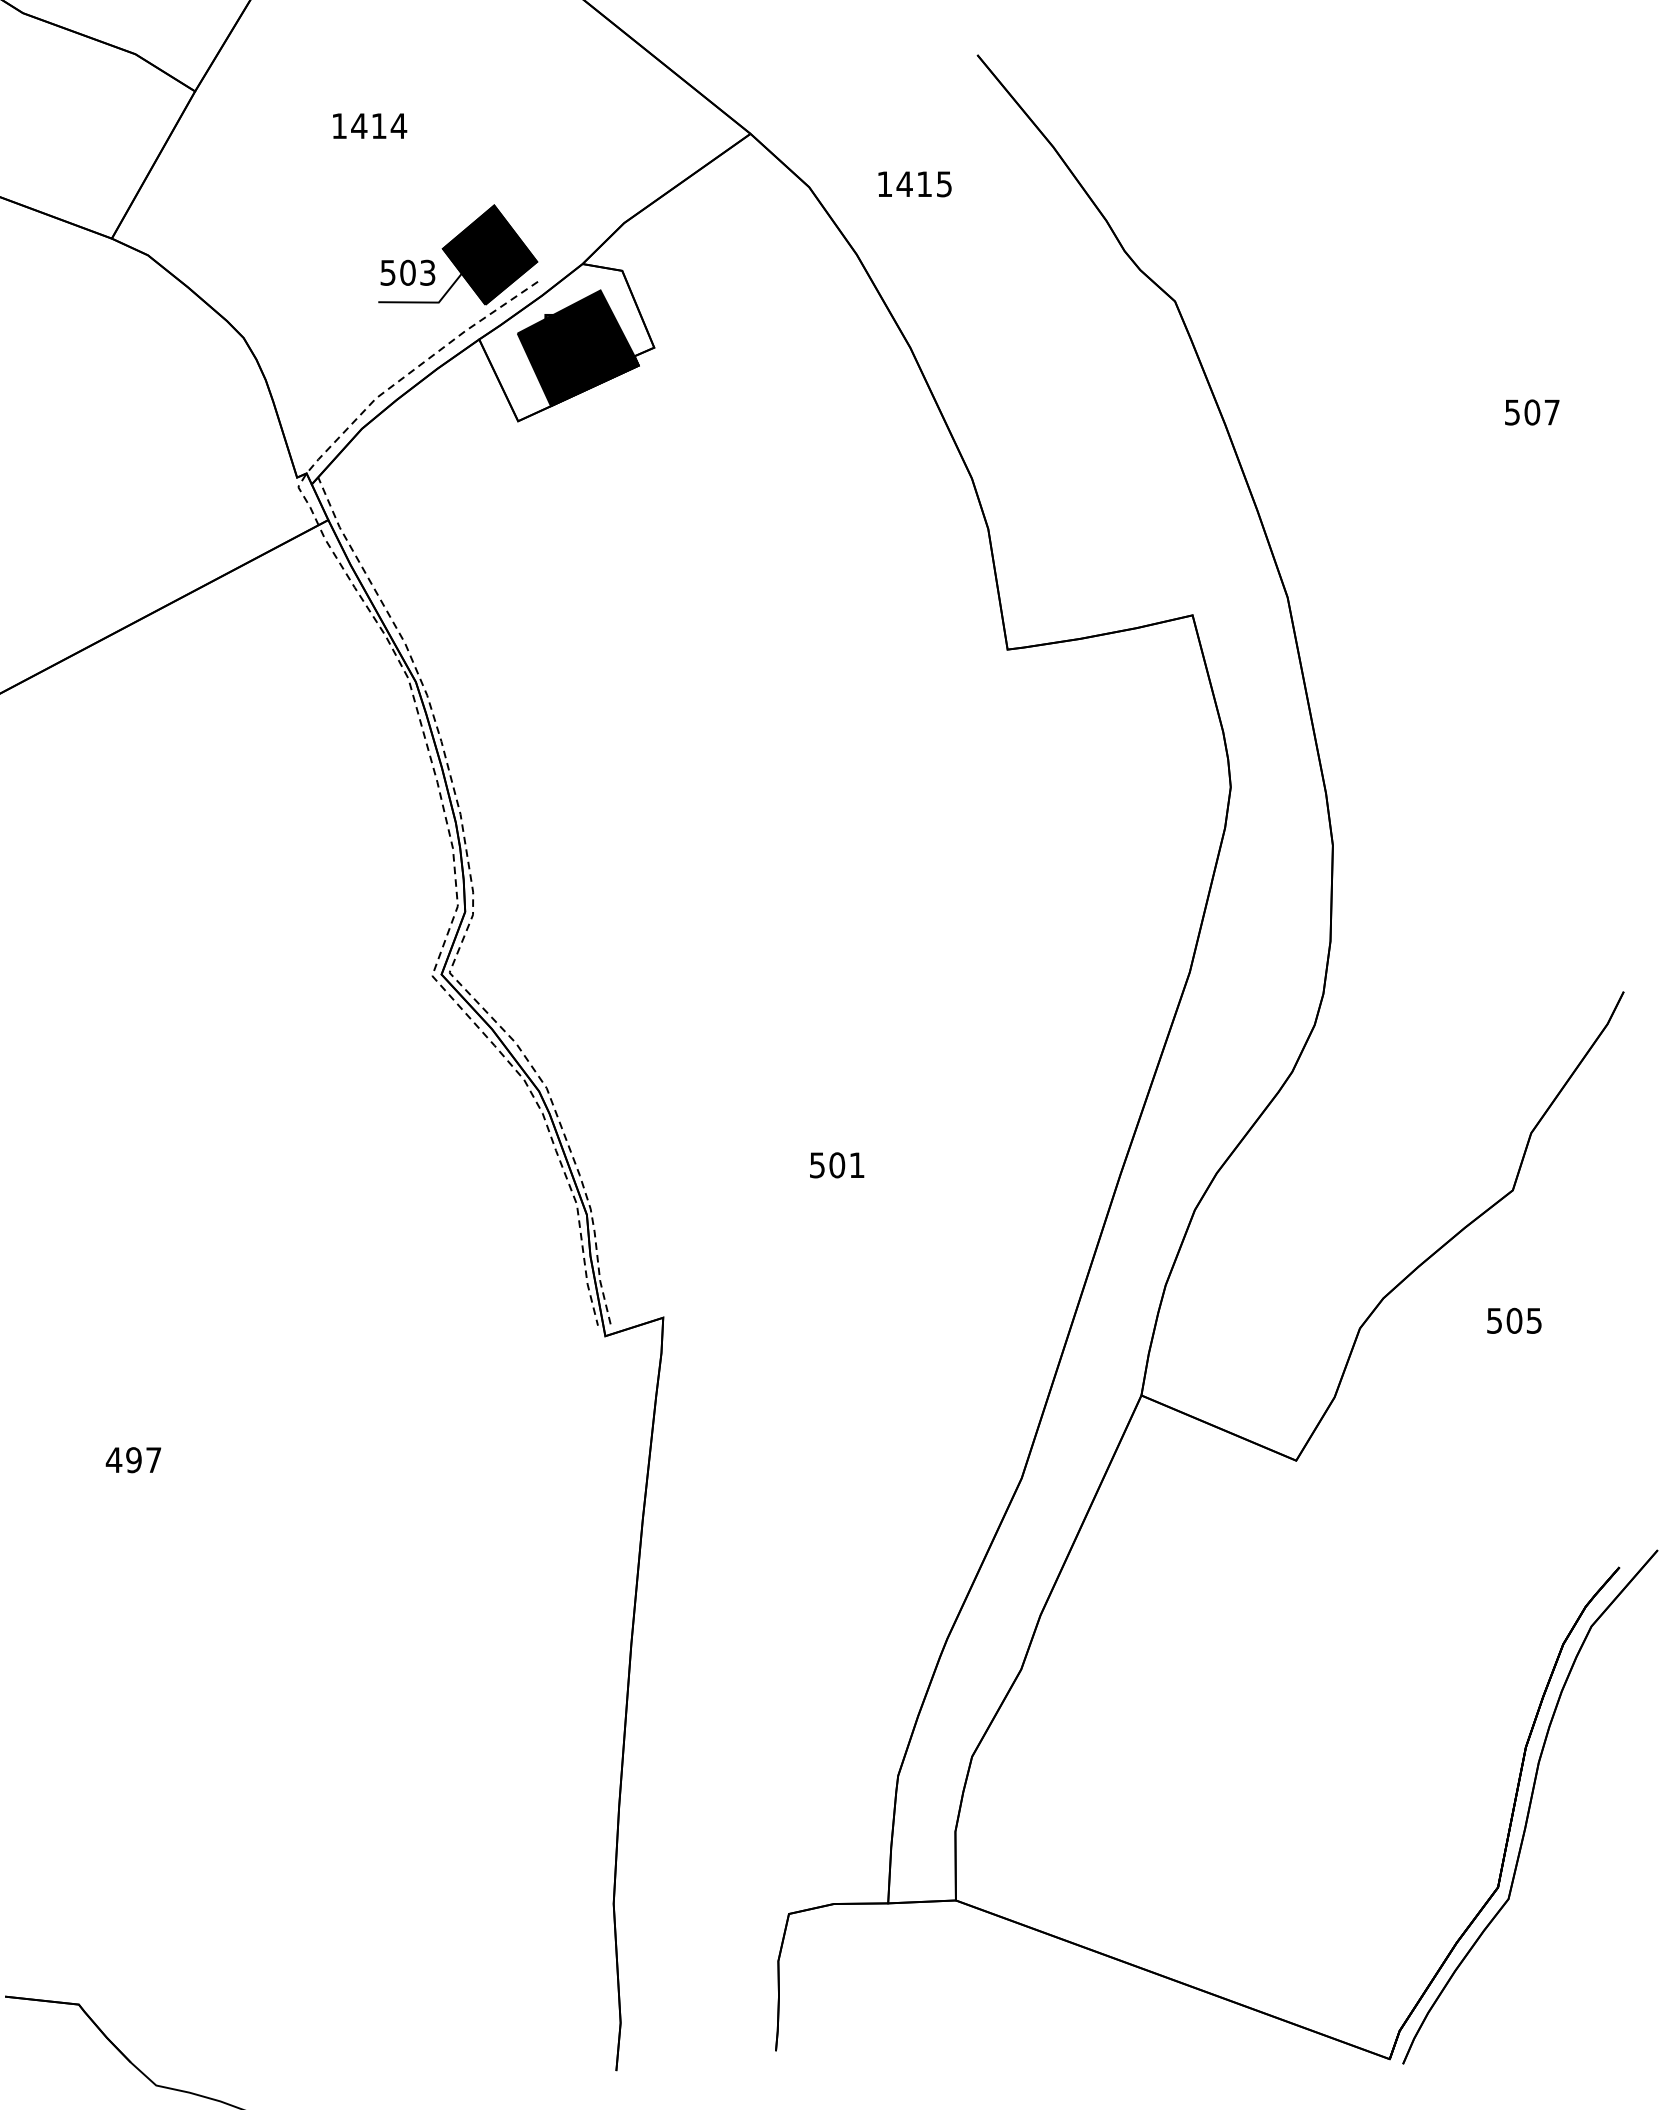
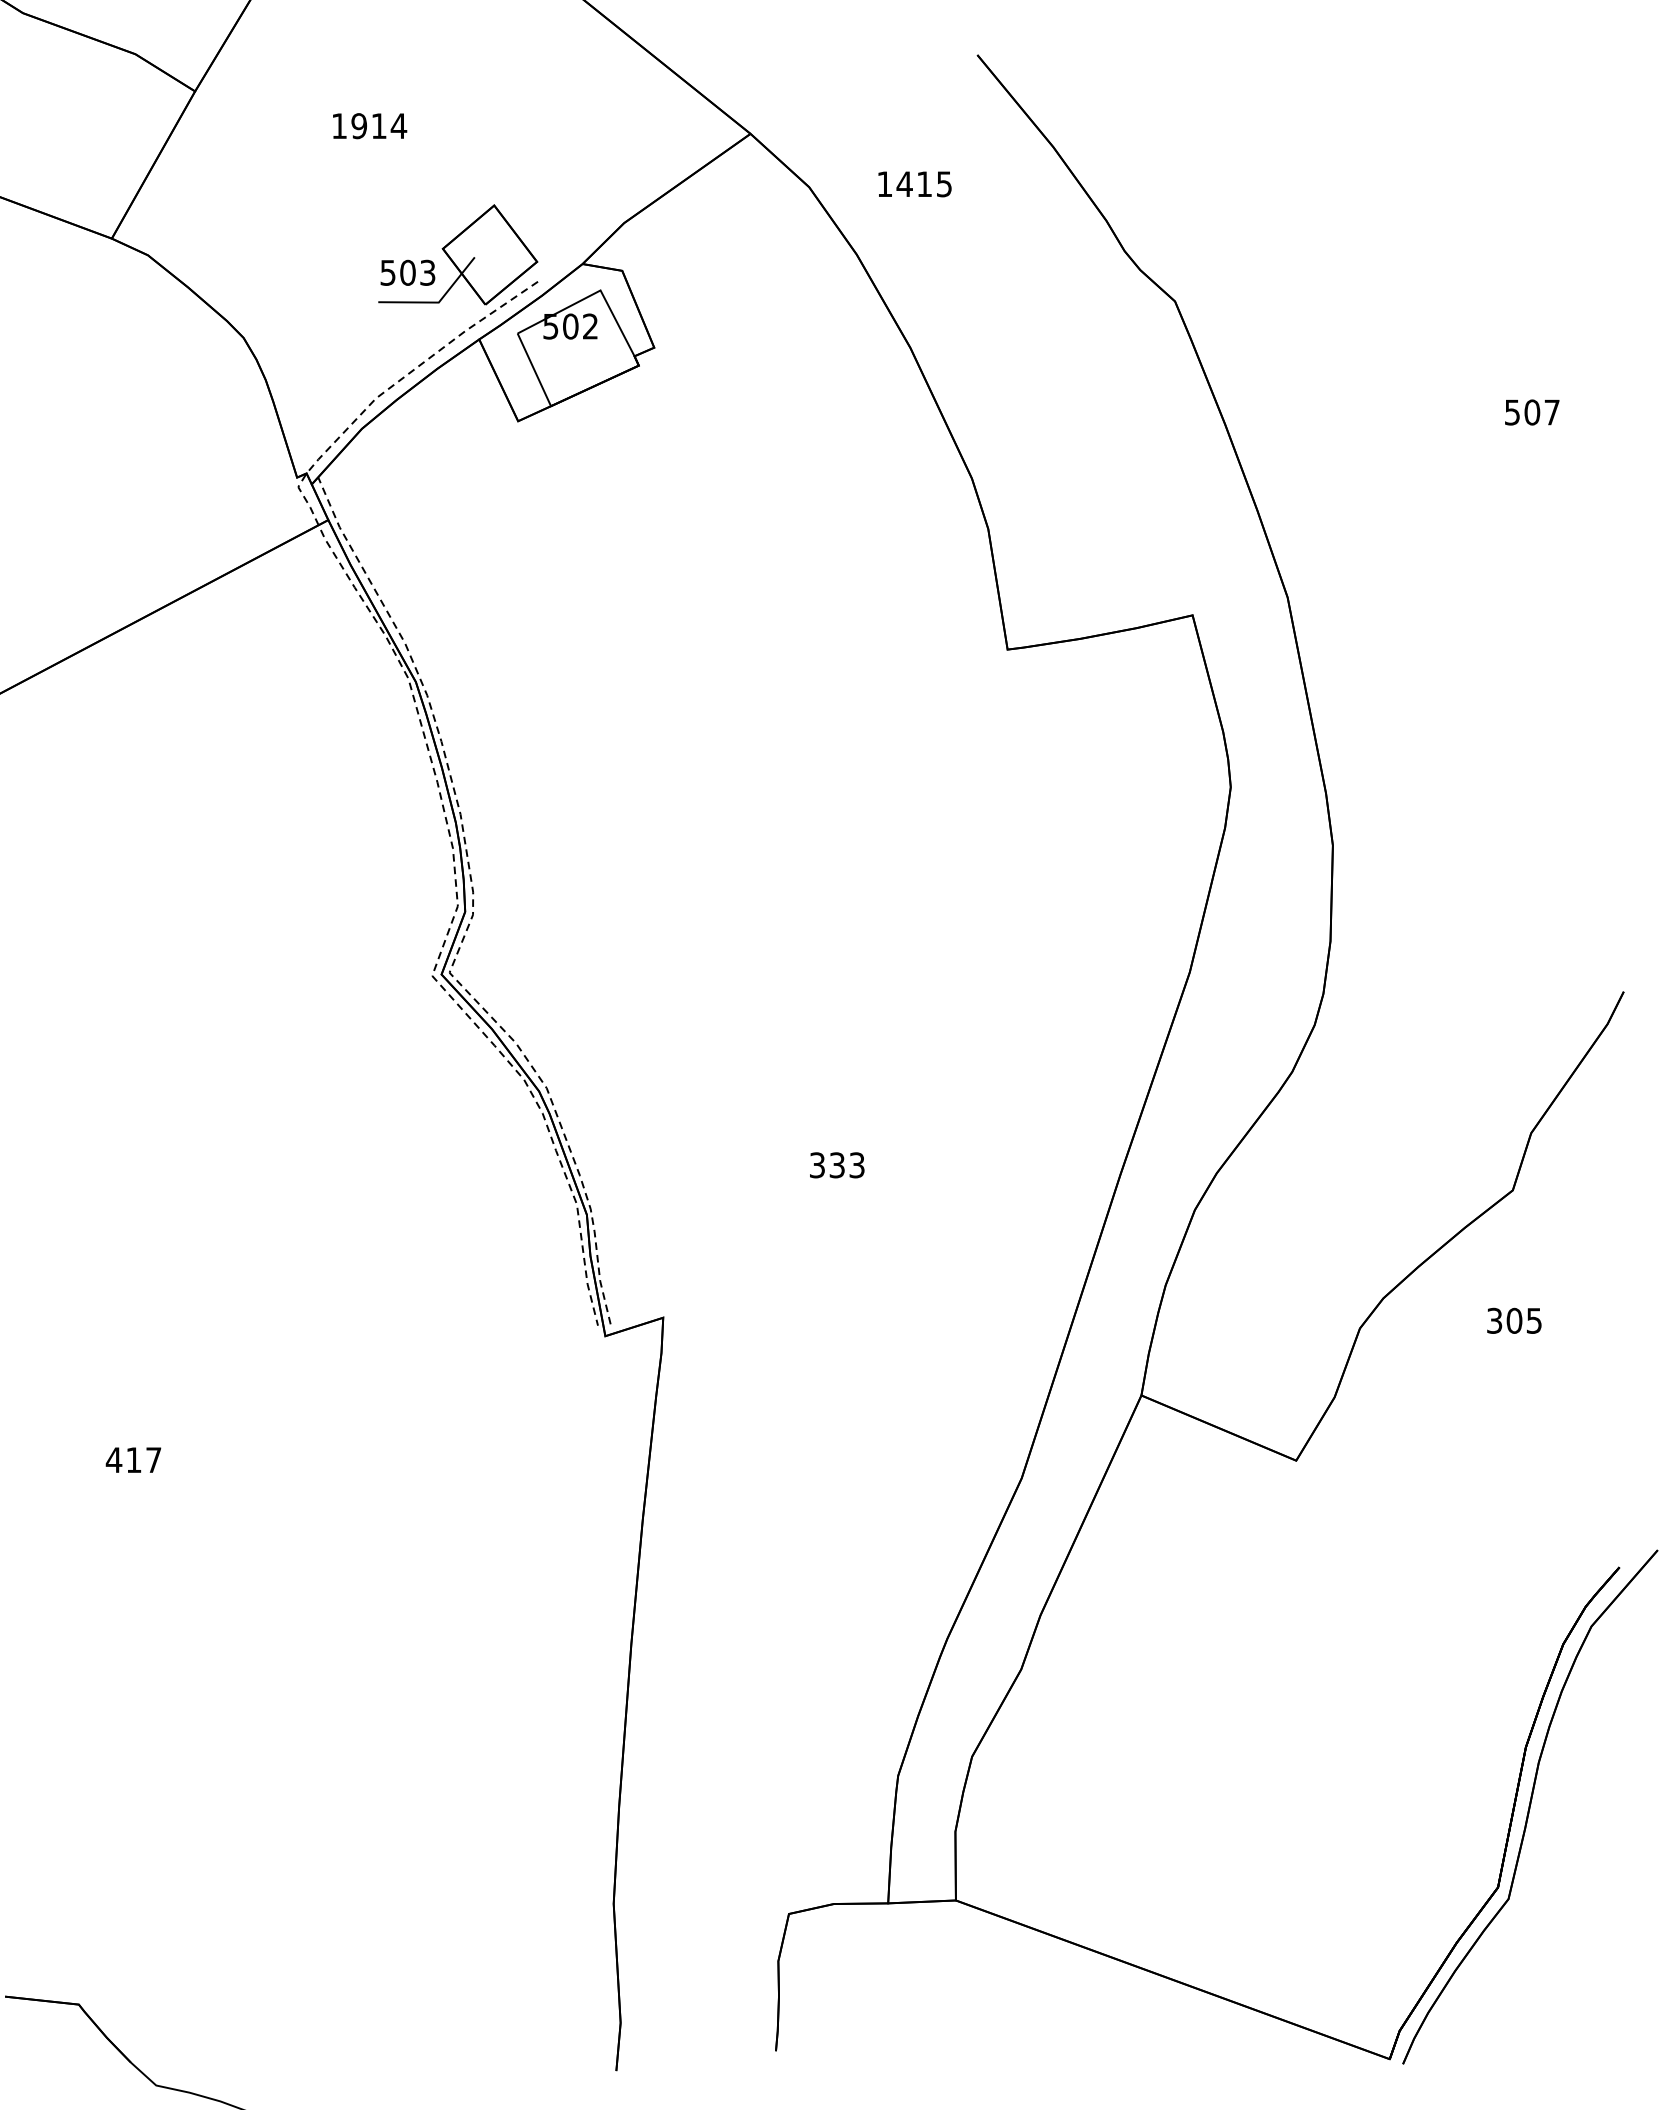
text at (359, 126): 1414 -> 1914
fill at (489, 254): present -> none
fill at (577, 348): present -> none
text at (837, 1165): 501 -> 333
text at (1494, 1320): 505 -> 305
text at (133, 1460): 497 -> 417
